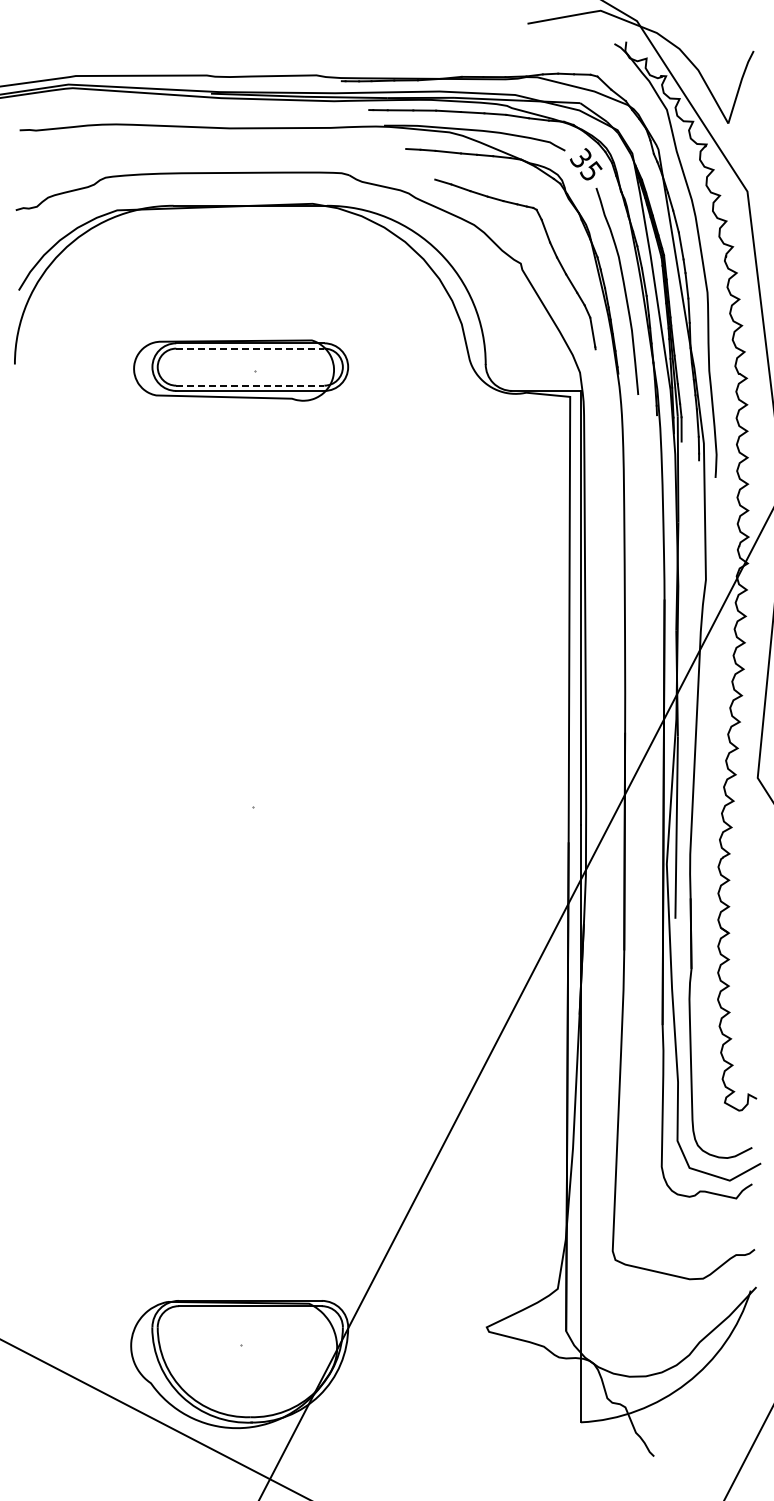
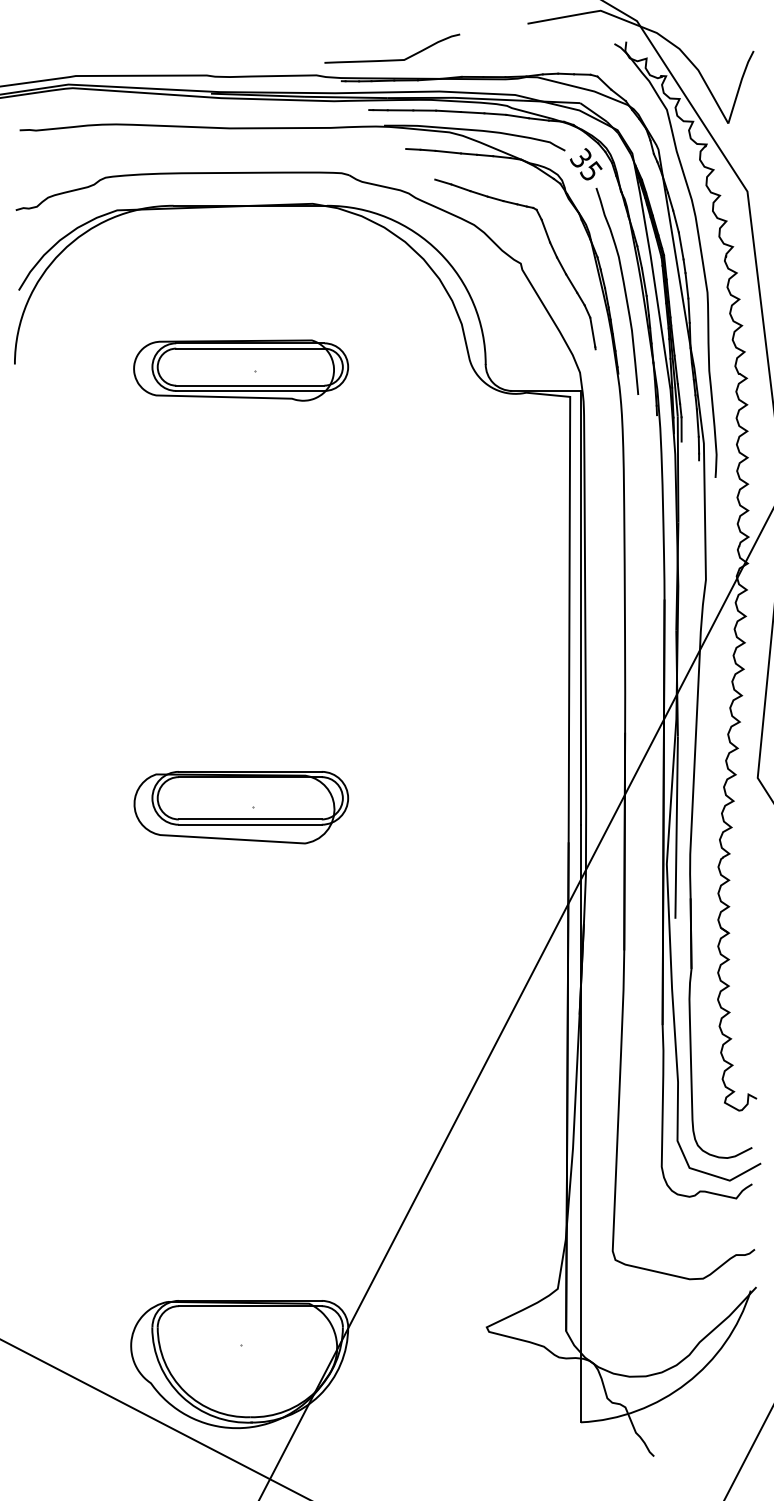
curve at (392, 59): none -> present
line at (250, 348): dashed -> solid
line at (250, 385): dashed -> solid
part at (241, 807): none -> present
